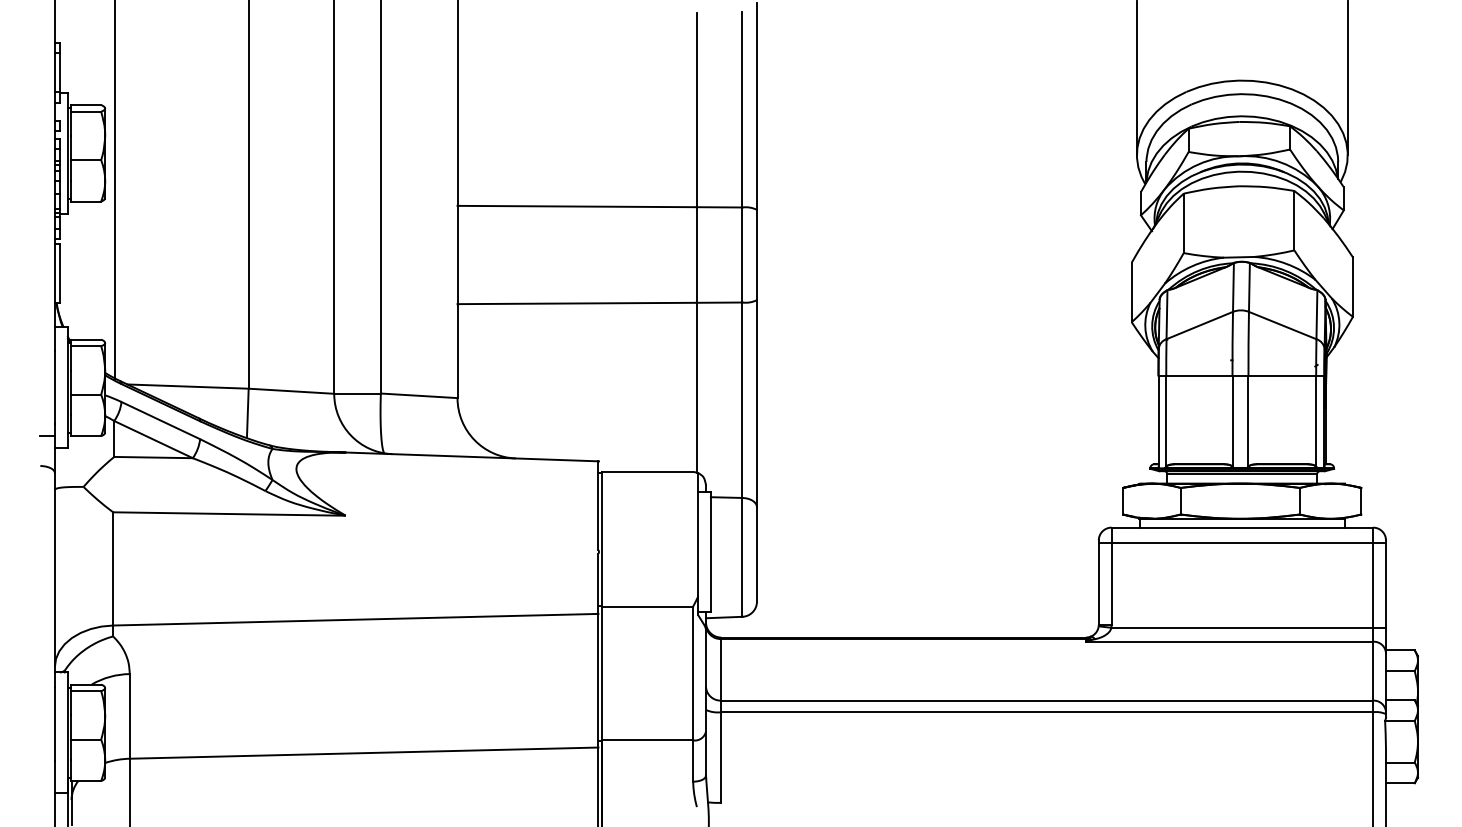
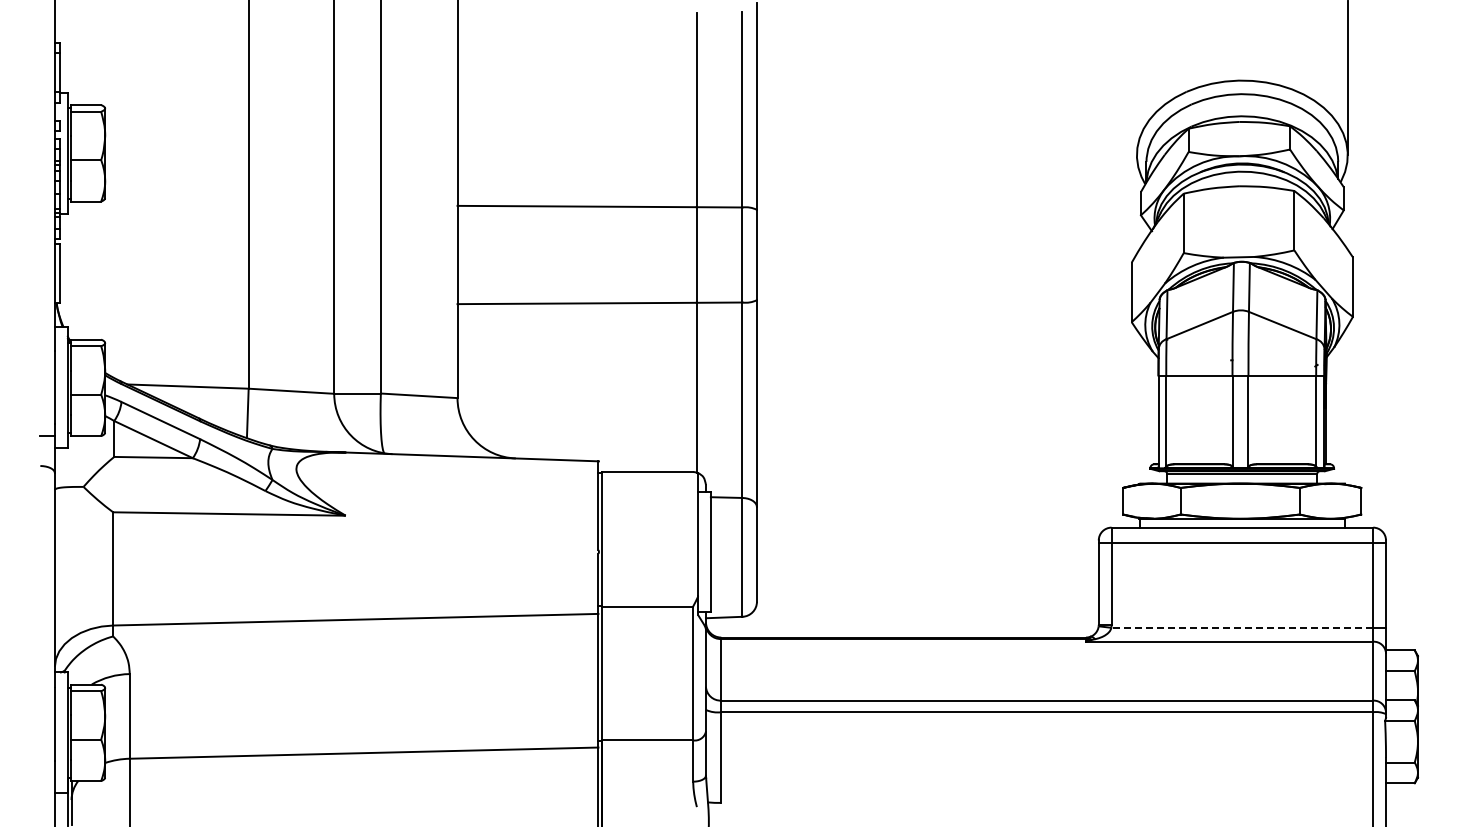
line at (1136, 78): present -> none
line at (115, 190): present -> none
line at (1242, 627): solid -> dashed
